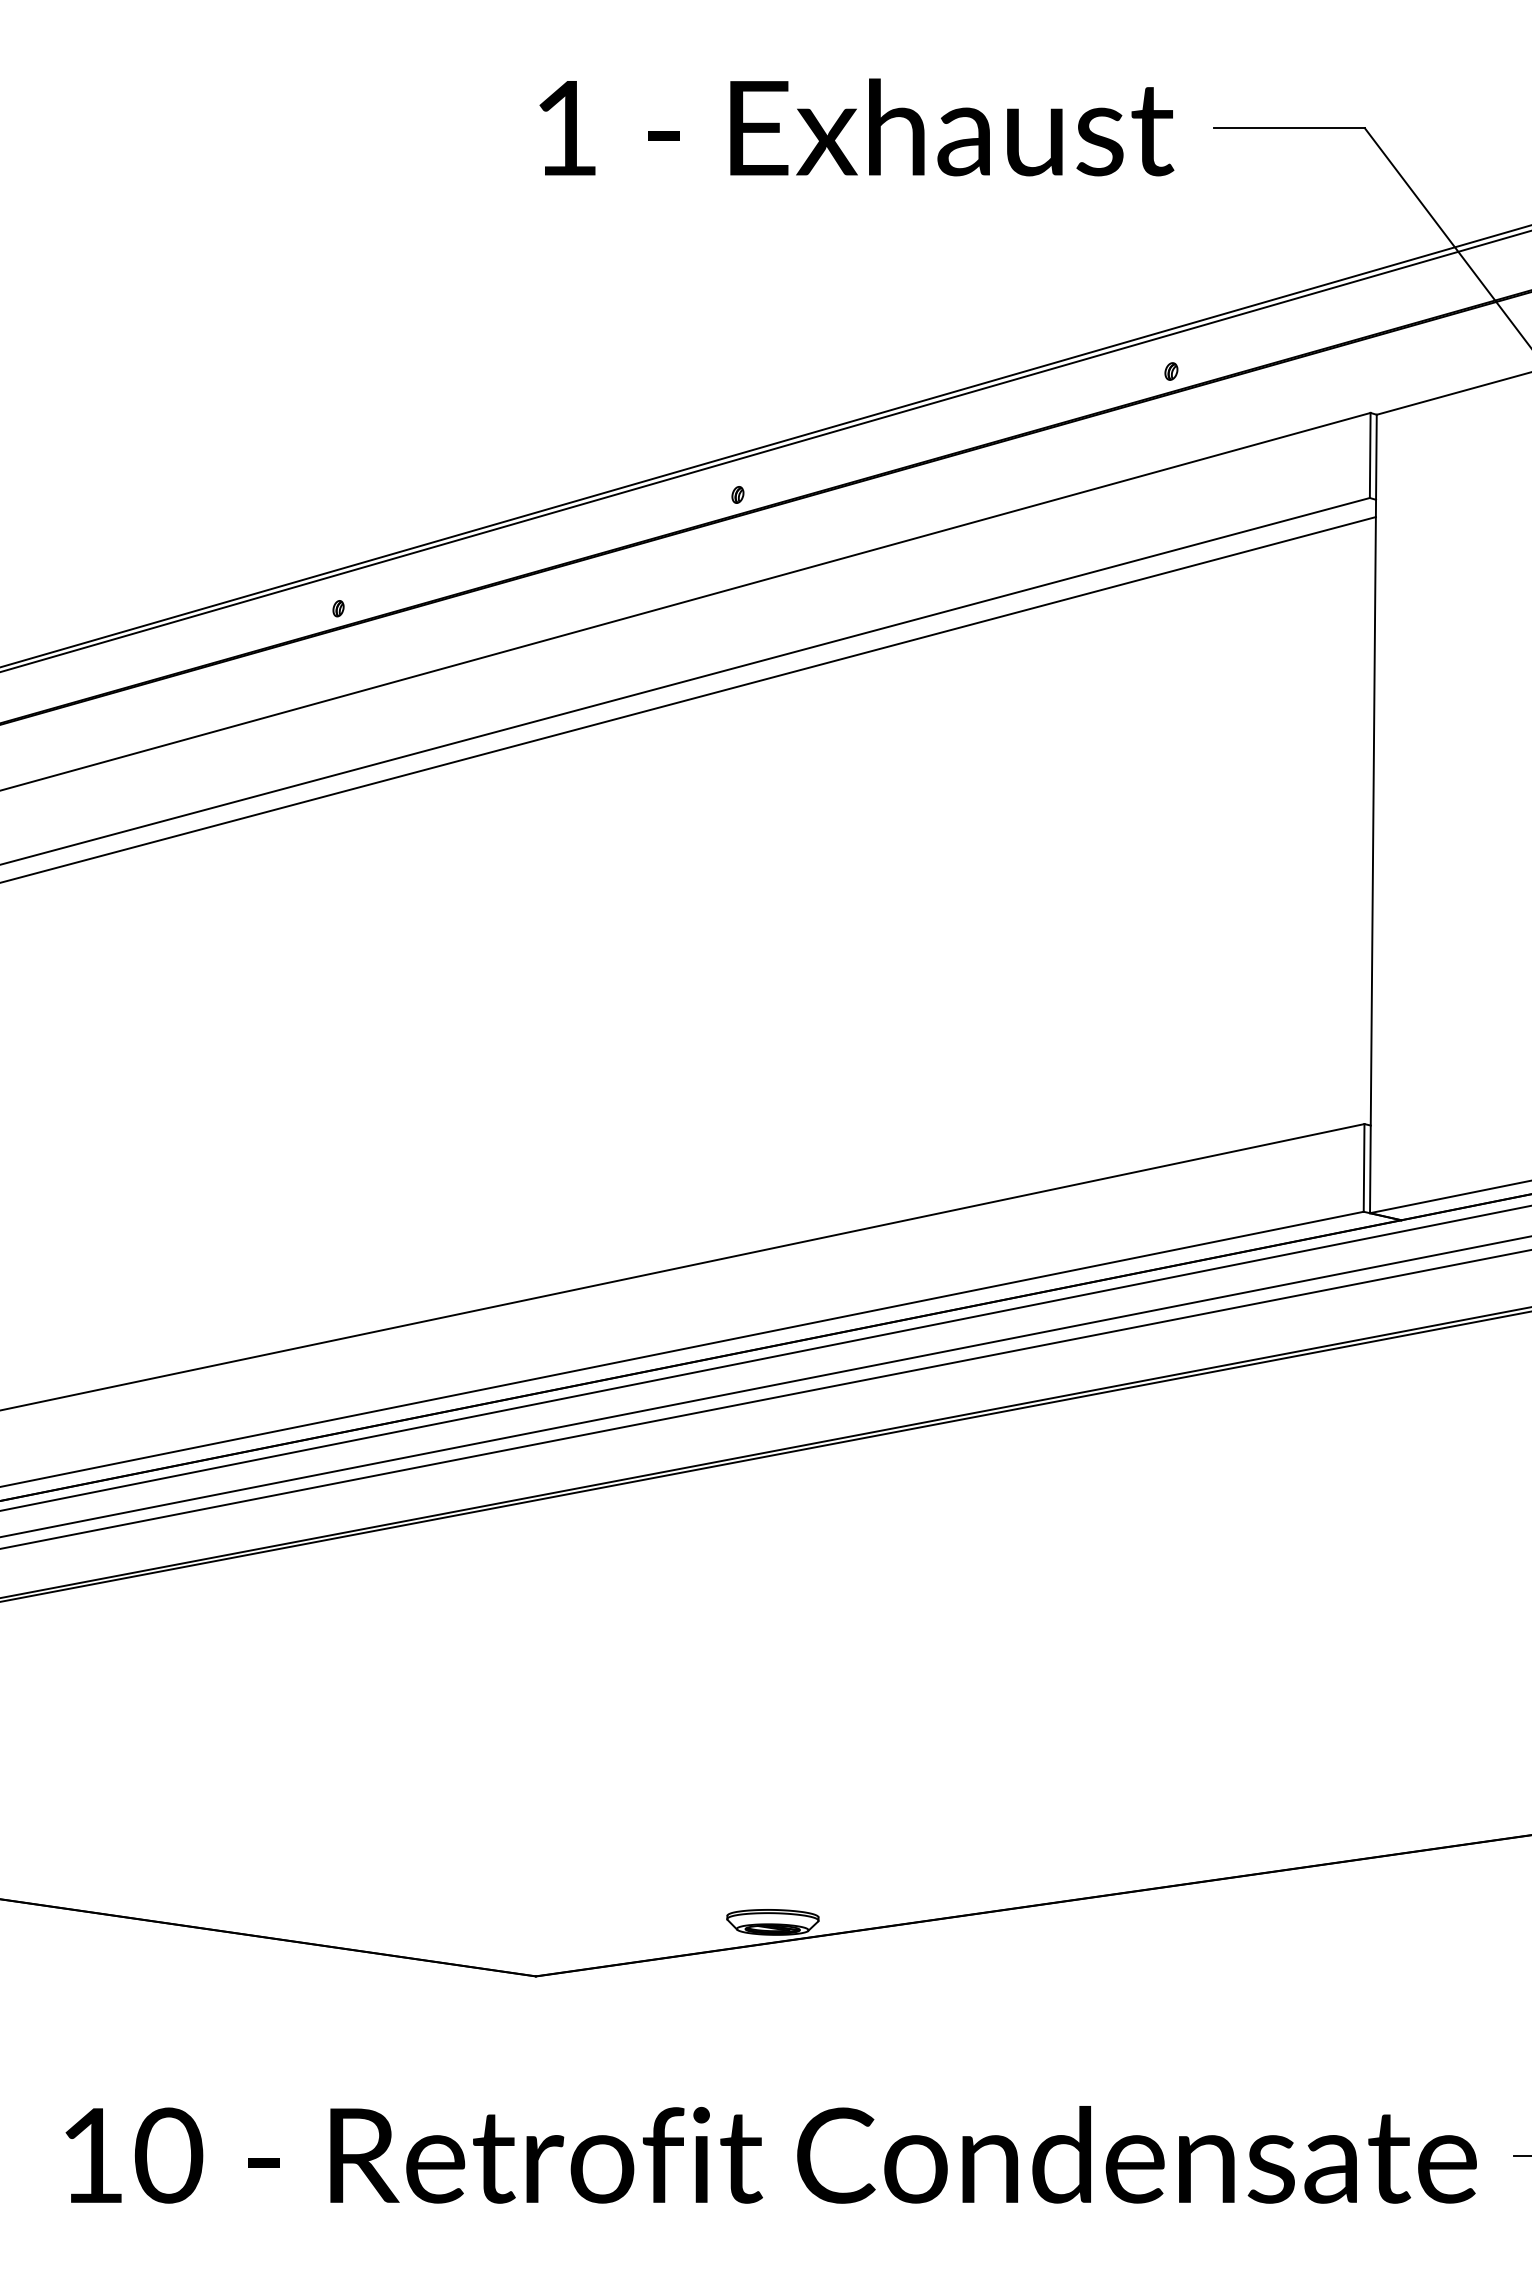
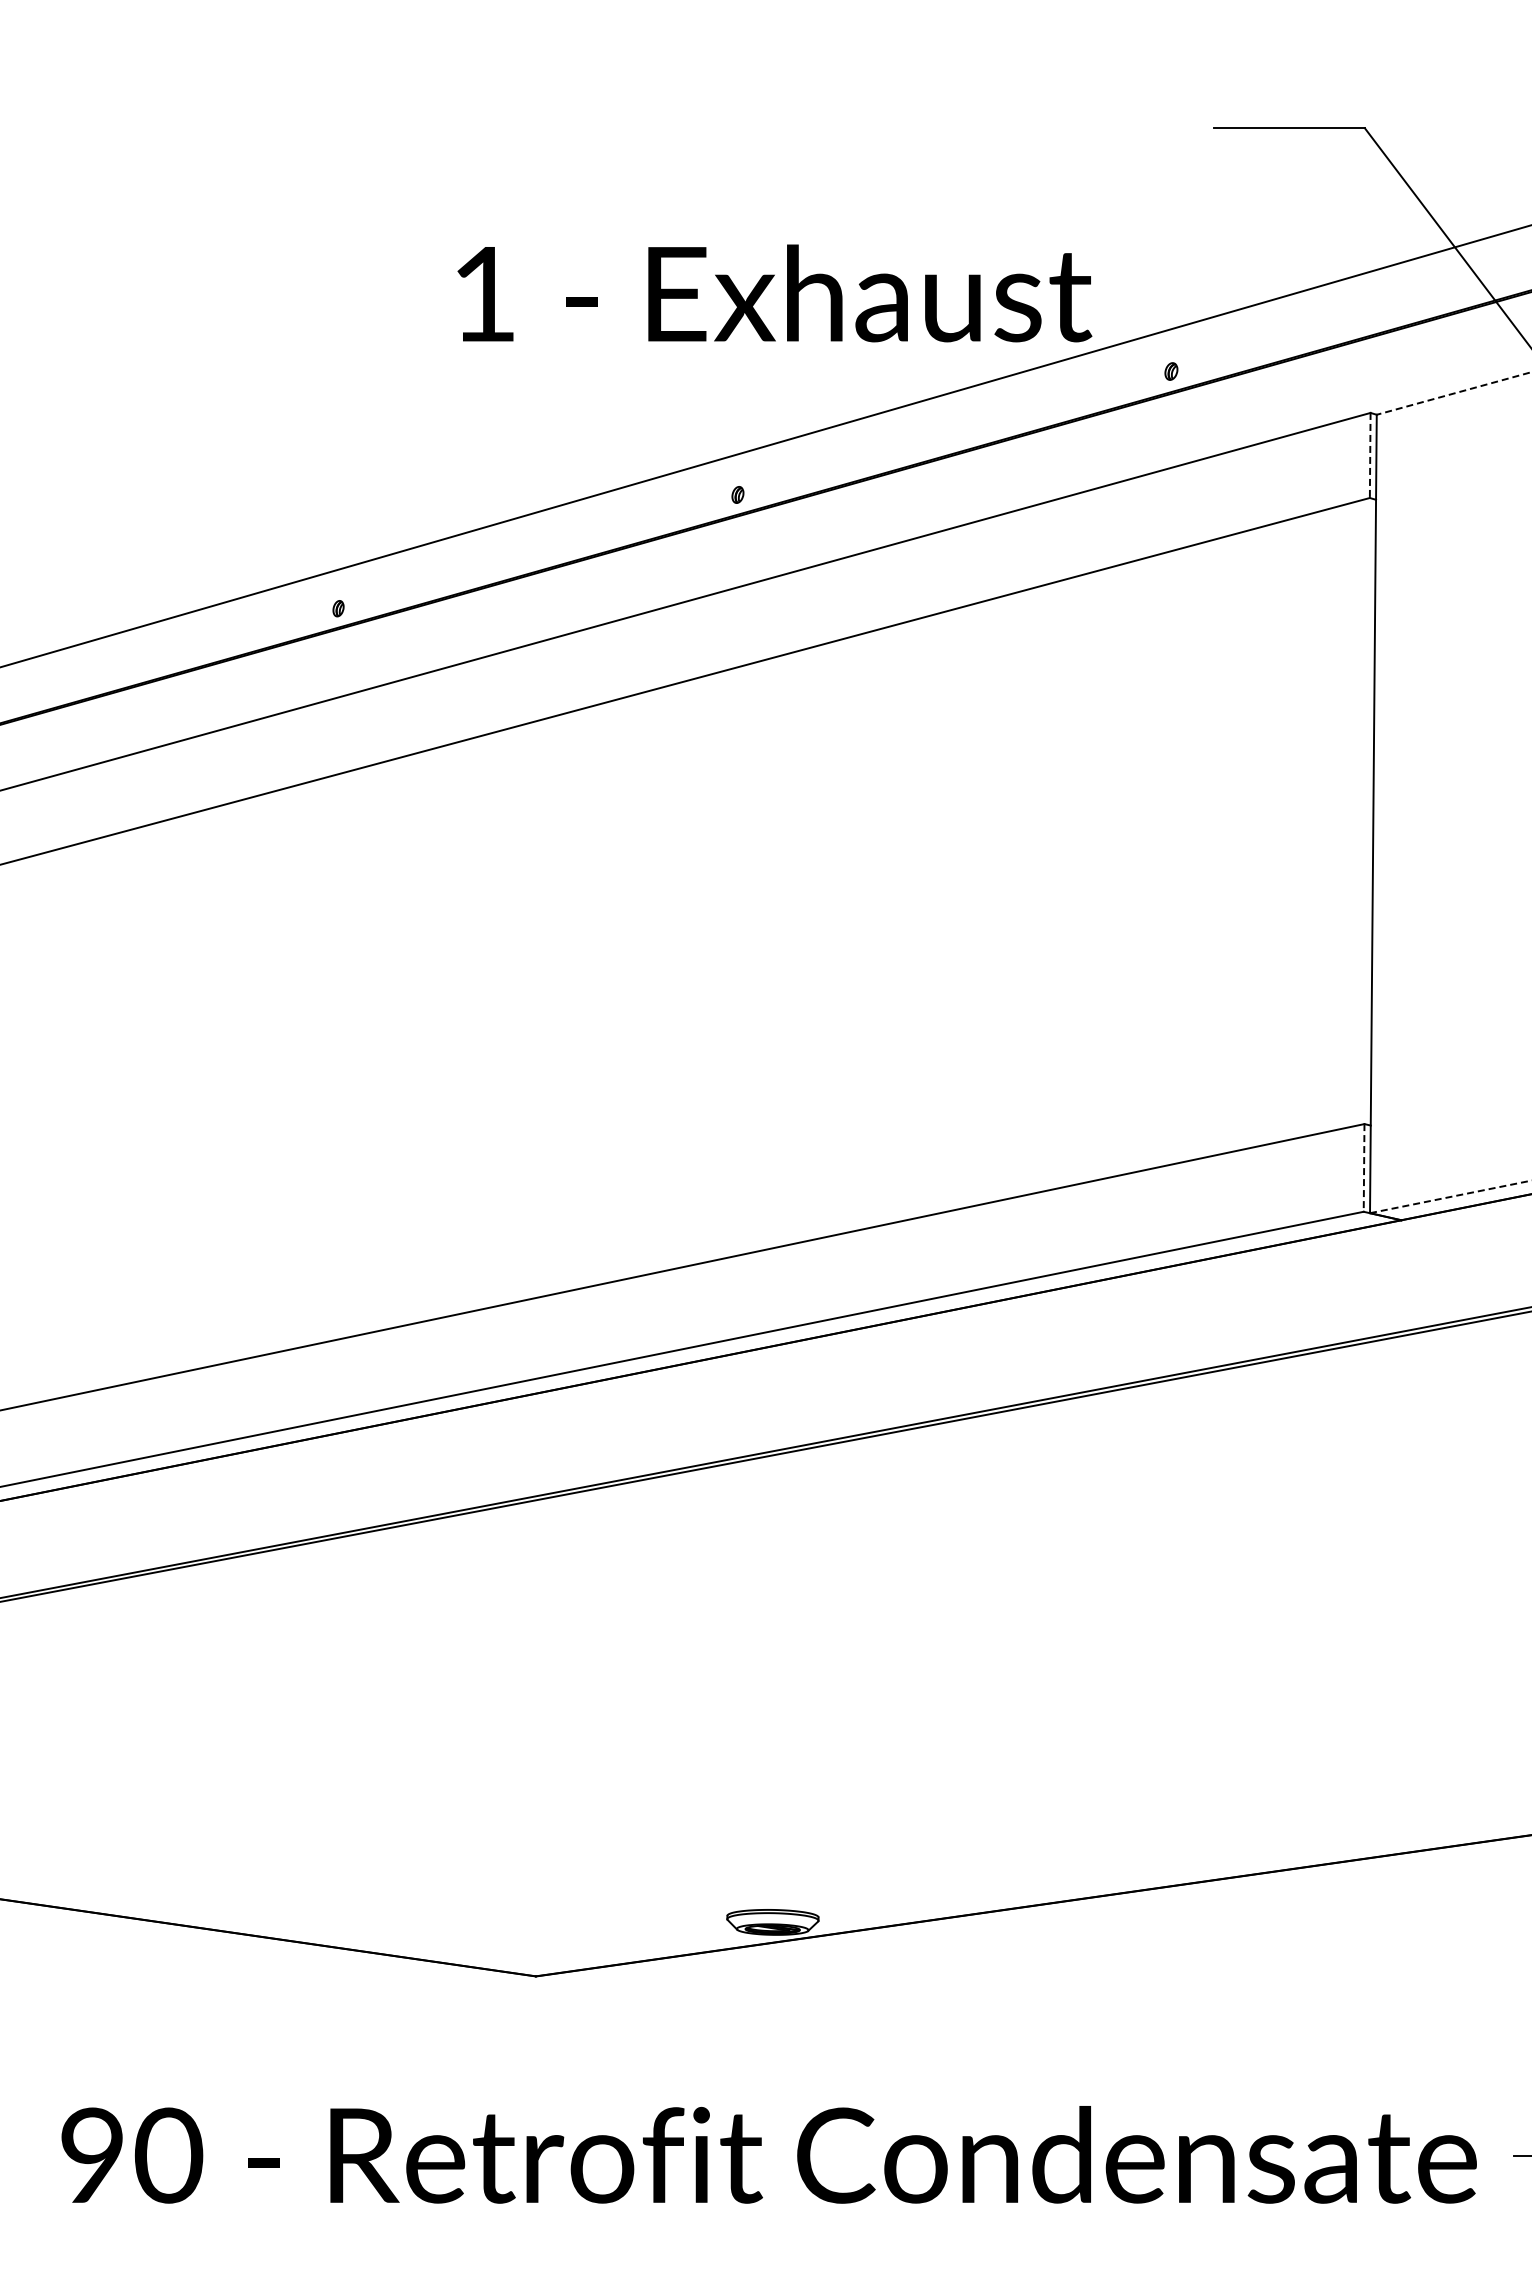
text at (856, 127) position: (856, 127) -> (774, 293)
line at (1453, 393): solid -> dashed
line at (765, 451): present -> none
line at (1370, 455): solid -> dashed
line at (688, 699): present -> none
line at (1364, 1167): solid -> dashed
line at (1451, 1196): solid -> dashed
line at (765, 1358): present -> none
line at (765, 1386): present -> none
line at (765, 1399): present -> none
text at (91, 2154): 10 -> 90
